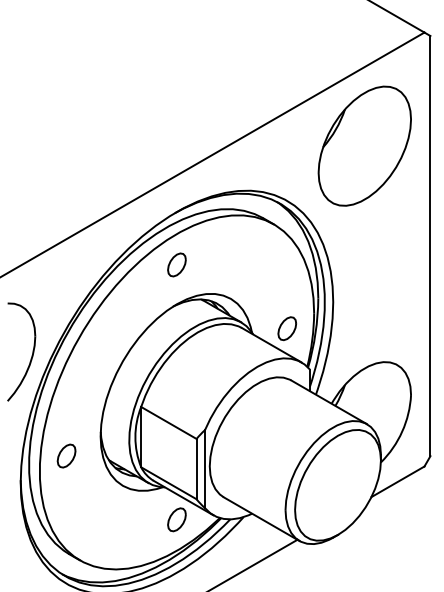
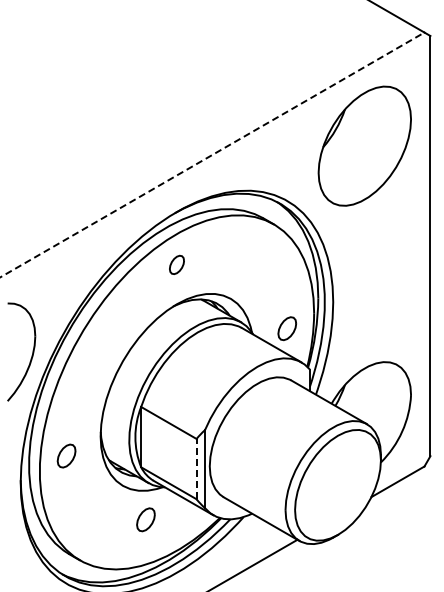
line at (212, 154): solid -> dashed
part at (176, 264) size: 20x26 px -> 16x21 px
line at (196, 468): solid -> dashed
part at (176, 519) position: (176, 519) -> (145, 519)
